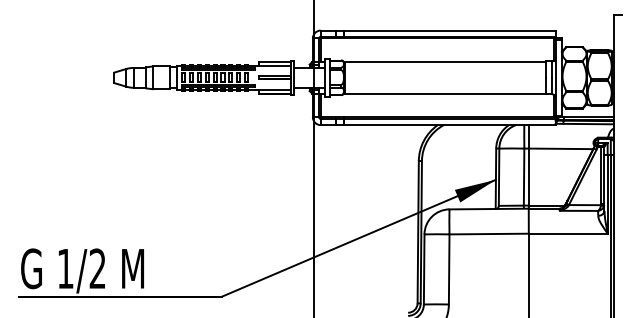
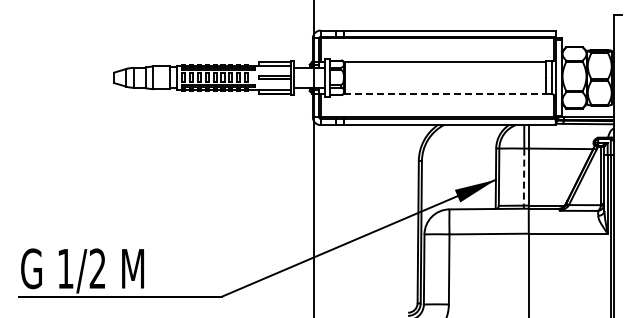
line at (445, 93): solid -> dashed
line at (524, 177): solid -> dashed
